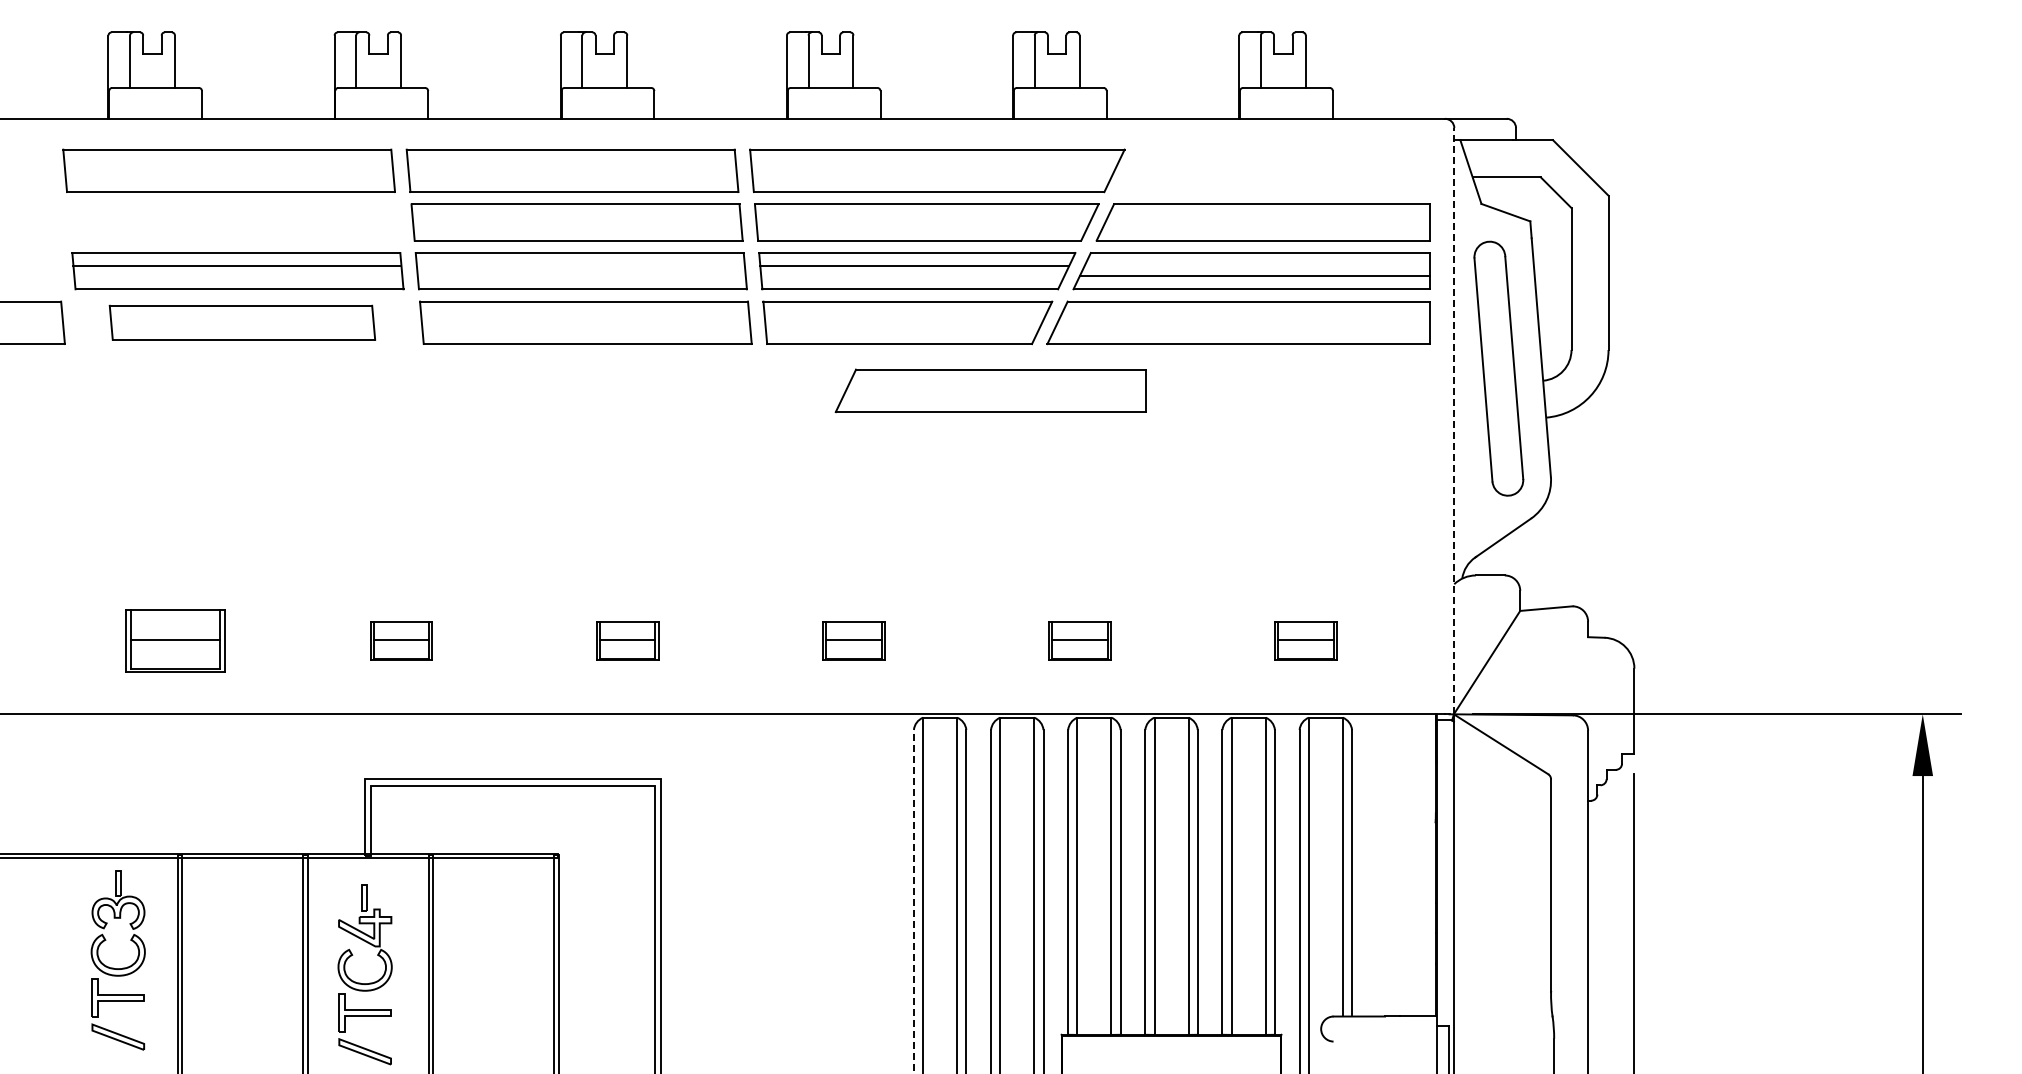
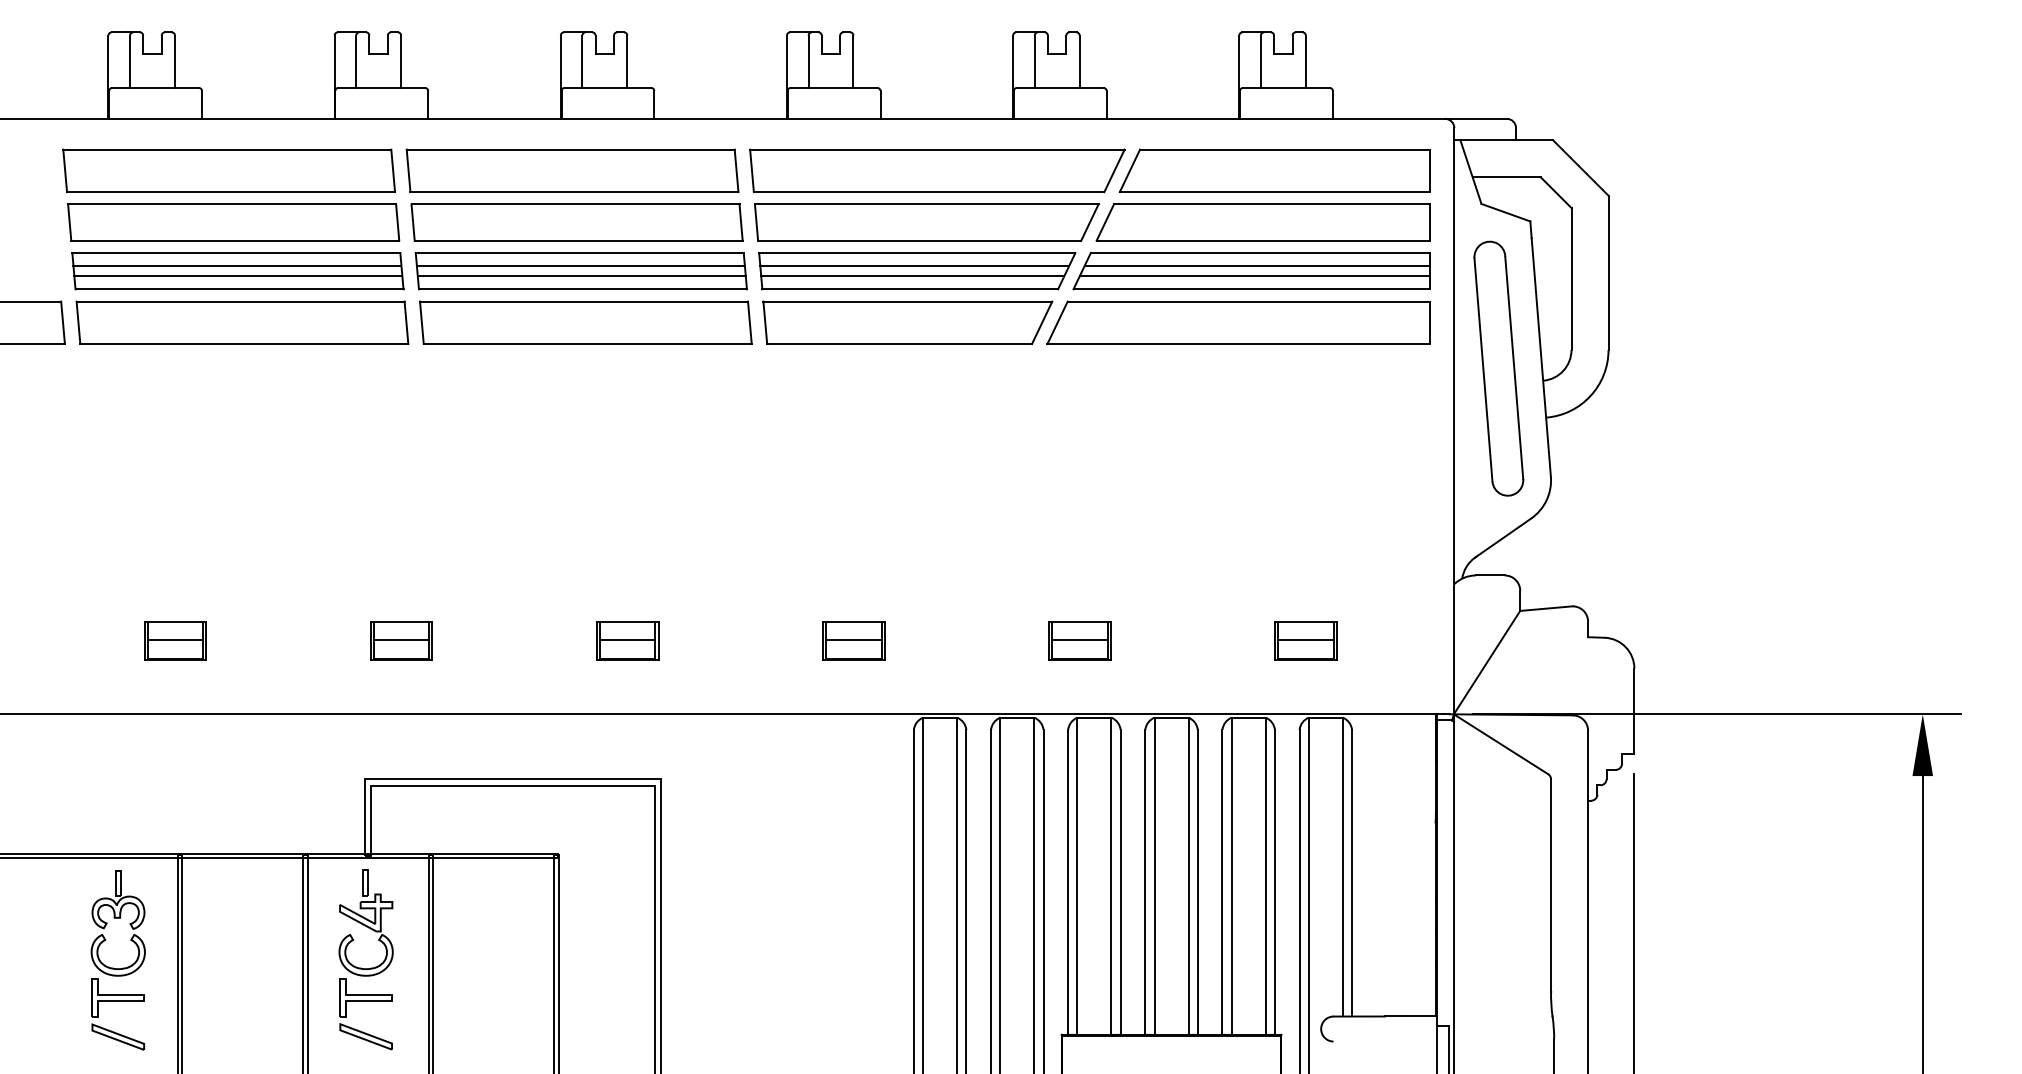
part at (233, 222): none -> present
line at (580, 265): none -> present
line at (1256, 265): none -> present
line at (238, 276): none -> present
line at (581, 276): none -> present
line at (912, 276): none -> present
part at (242, 322) size: 269x37 px -> 335x45 px
part at (990, 390) position: (990, 390) -> (1274, 170)
line at (1454, 420): dashed -> solid
part at (175, 640) size: 101x64 px -> 63x40 px
line at (913, 901): dashed -> solid
part at (360, 982) position: (360, 982) -> (361, 967)
